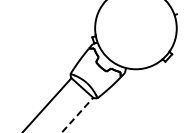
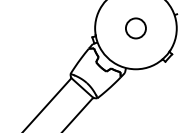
circle at (135, 28): none -> present
line at (77, 114): dashed -> solid
